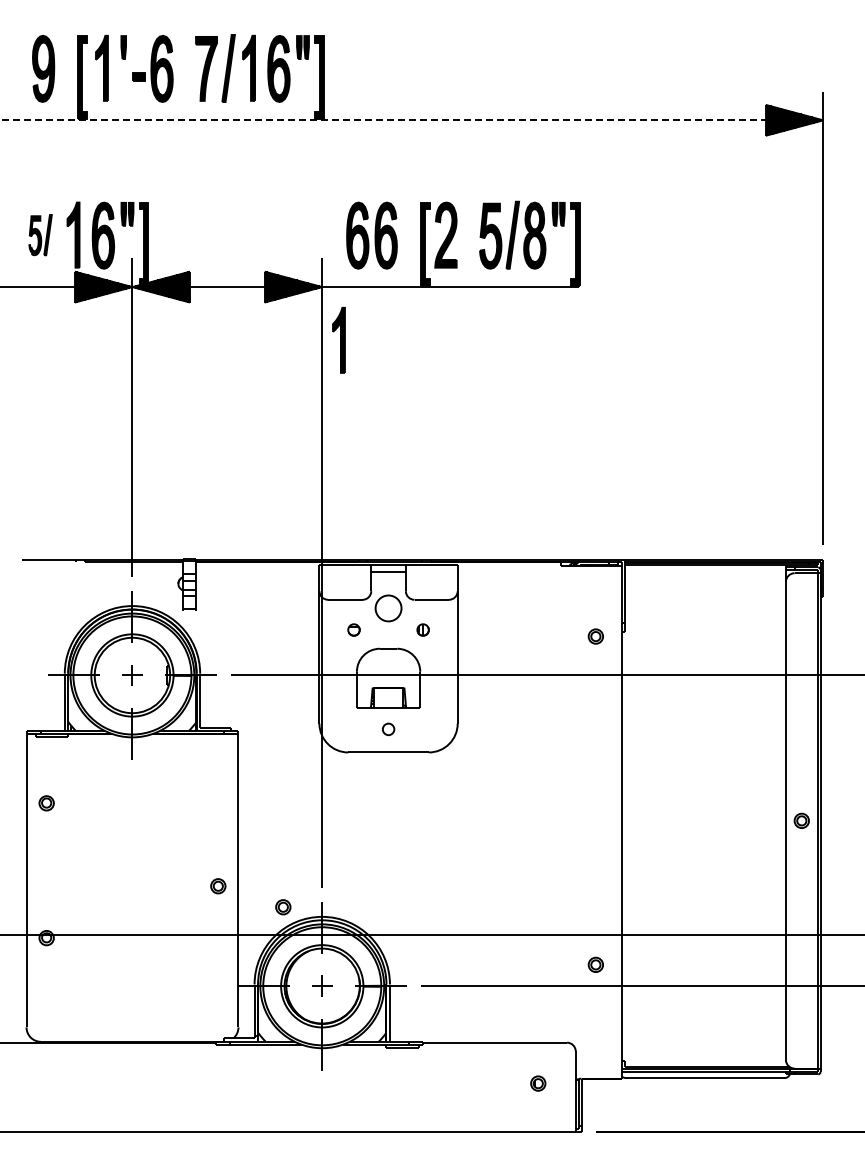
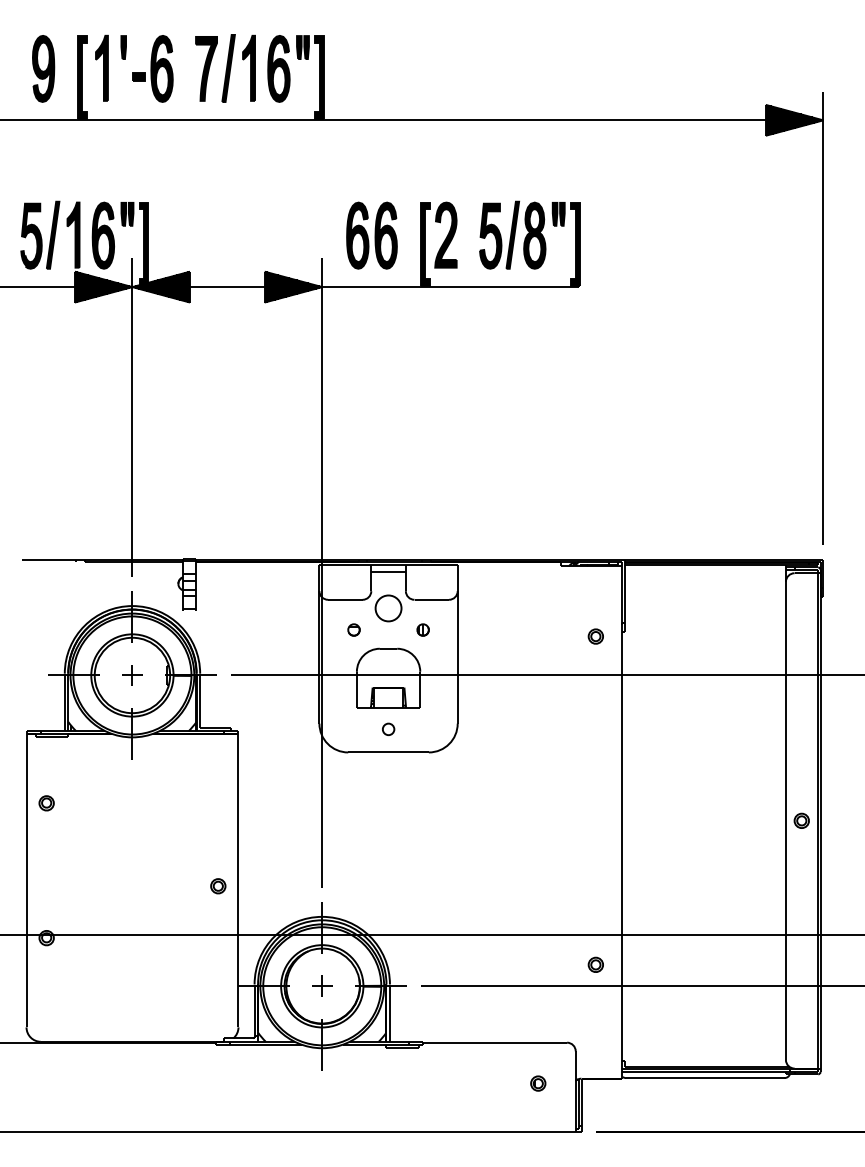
line at (412, 120): dashed -> solid
part at (40, 235) size: 25x43 px -> 41x70 px
part at (338, 339): present -> none
part at (283, 907): present -> none
